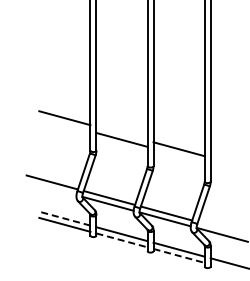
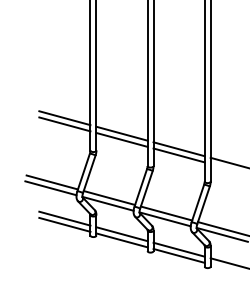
line at (64, 124): none -> present
line at (121, 133): none -> present
line at (178, 155): none -> present
line at (228, 162): none -> present
line at (50, 188): none -> present
line at (64, 218): dashed -> solid
line at (221, 228): none -> present
line at (122, 240): dashed -> solid
line at (179, 256): dashed -> solid
